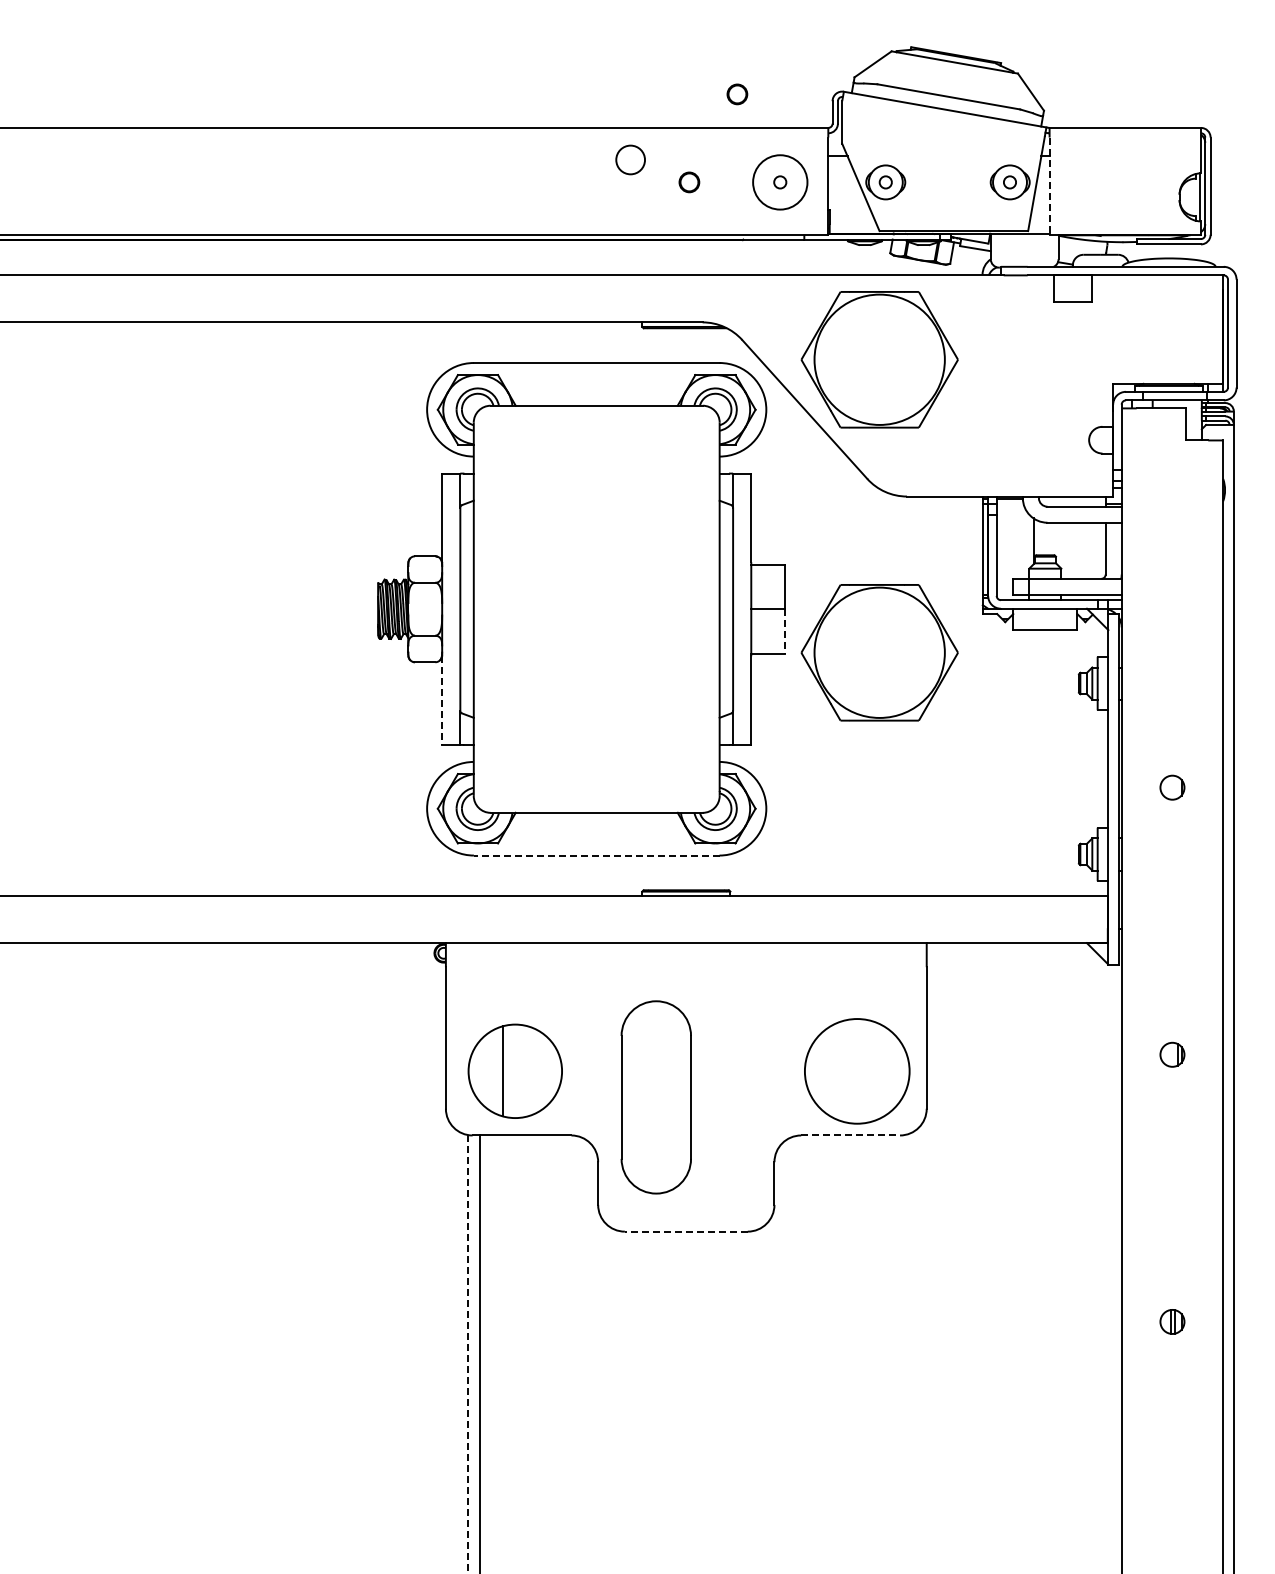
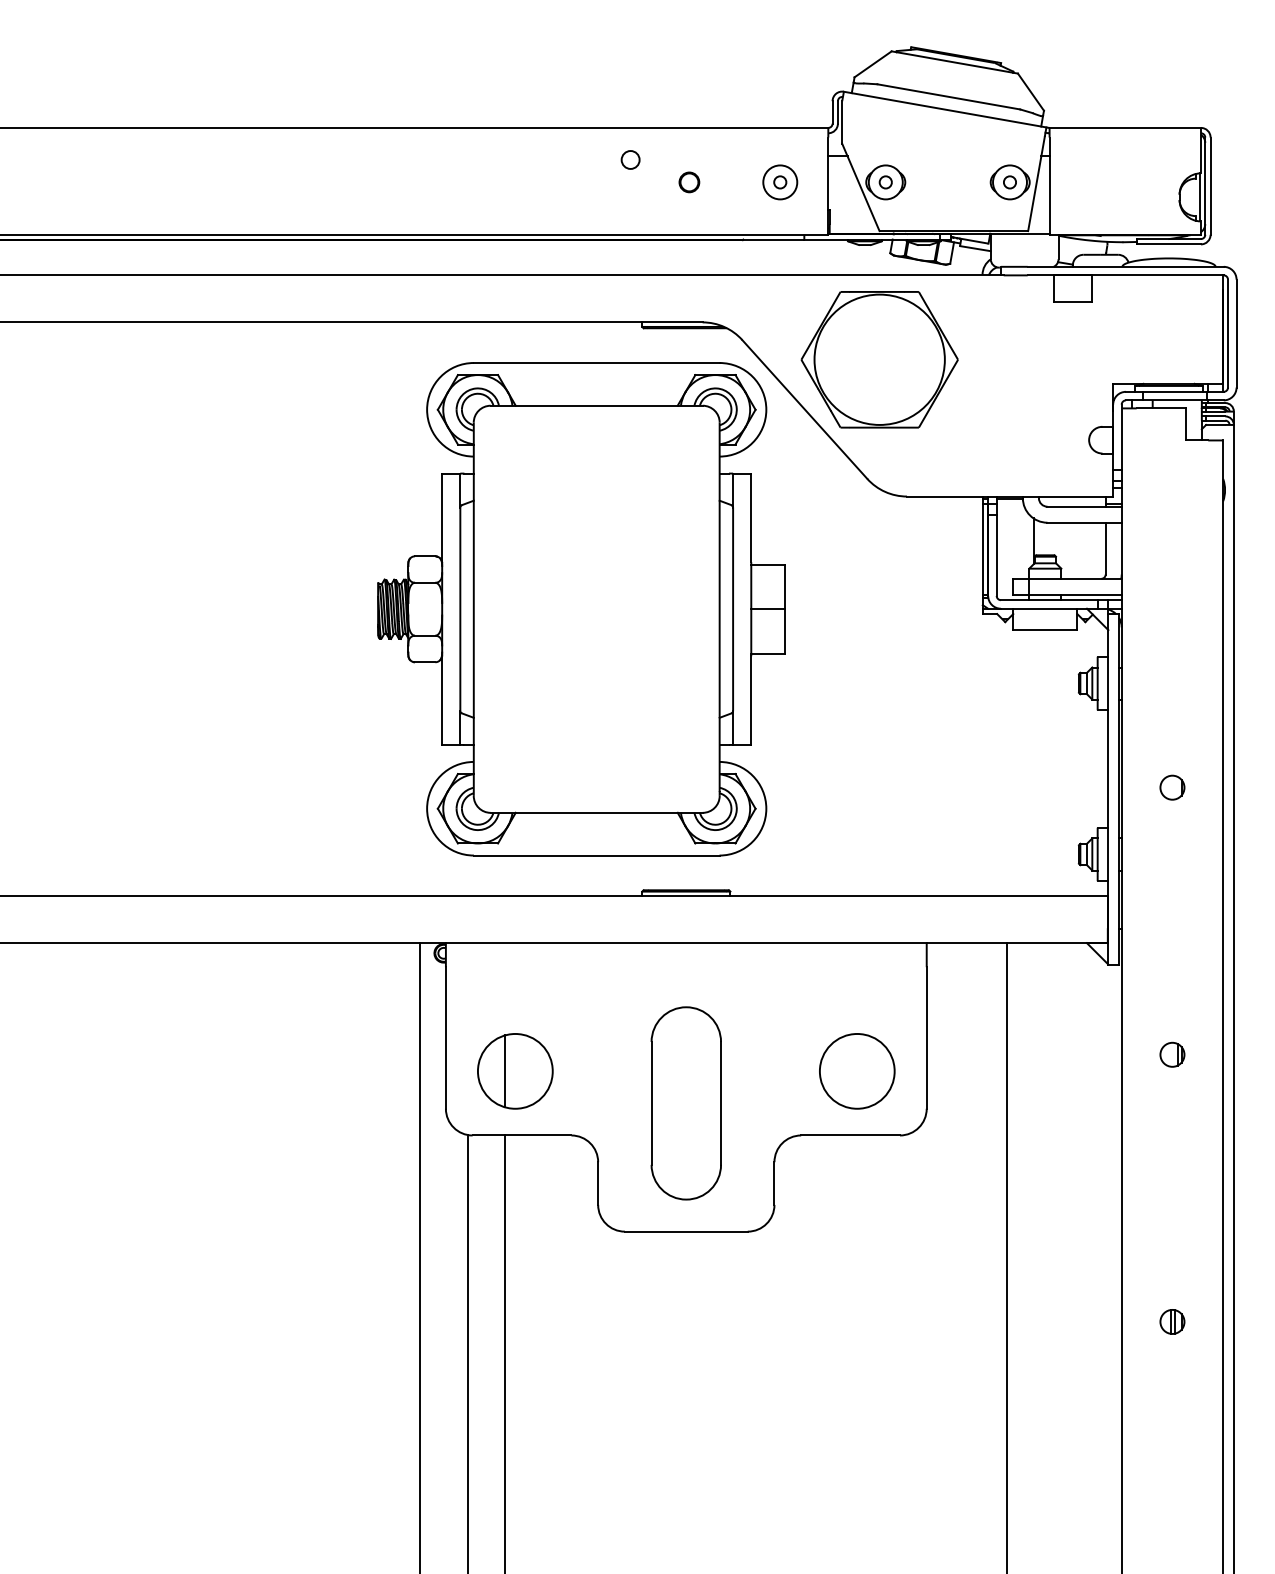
part at (737, 94): present -> none
circle at (630, 159) diameter: 29 px -> 18 px
circle at (780, 182) diameter: 54 px -> 34 px
line at (1049, 186): dashed -> solid
line at (785, 632): dashed -> solid
part at (879, 652): present -> none
line at (442, 701): dashed -> solid
line at (596, 855): dashed -> solid
part at (514, 1070) size: 96x96 px -> 77x77 px
circle at (856, 1071) diameter: 105 px -> 75 px
part at (655, 1097) position: (655, 1097) -> (685, 1103)
line at (851, 1135): dashed -> solid
line at (685, 1231): dashed -> solid
line at (419, 1256): none -> present
line at (1007, 1256): none -> present
line at (480, 1352) position: (480, 1352) -> (505, 1352)
line at (467, 1354): dashed -> solid
